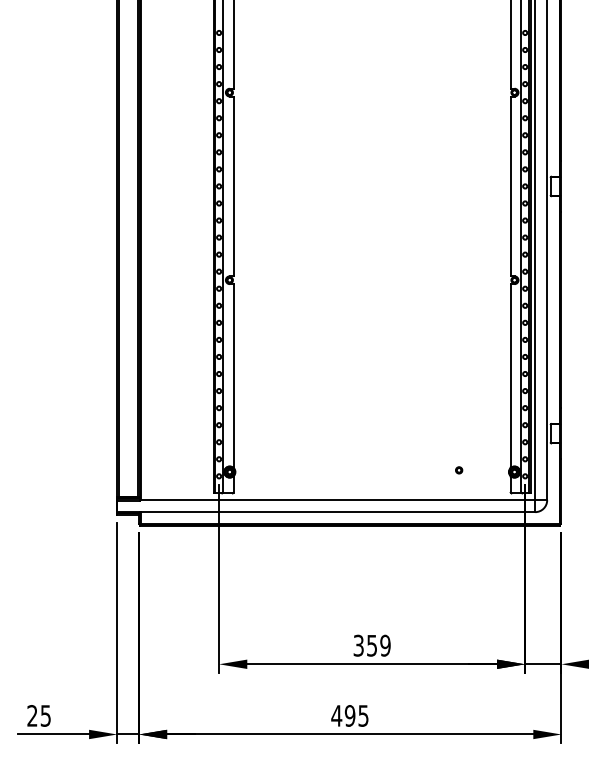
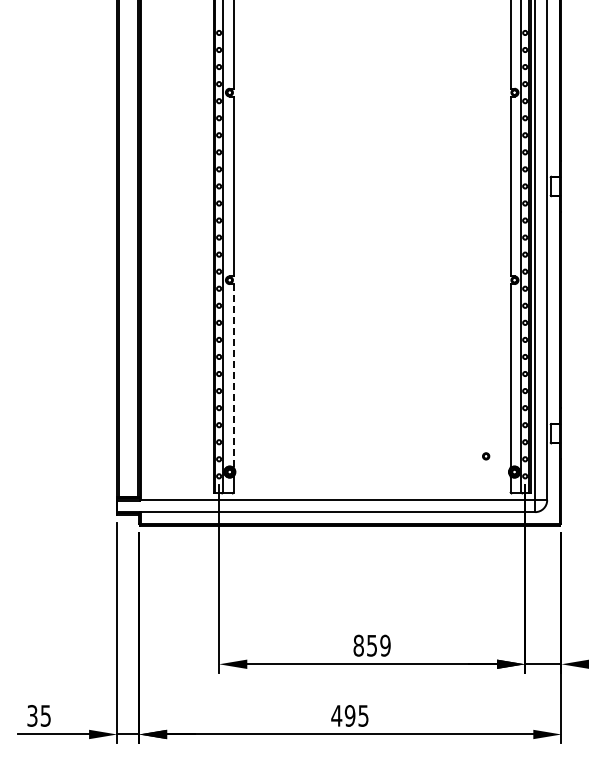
line at (233, 375): solid -> dashed
part at (459, 470) position: (459, 470) -> (486, 456)
text at (358, 645): 359 -> 859
text at (32, 715): 25 -> 35
